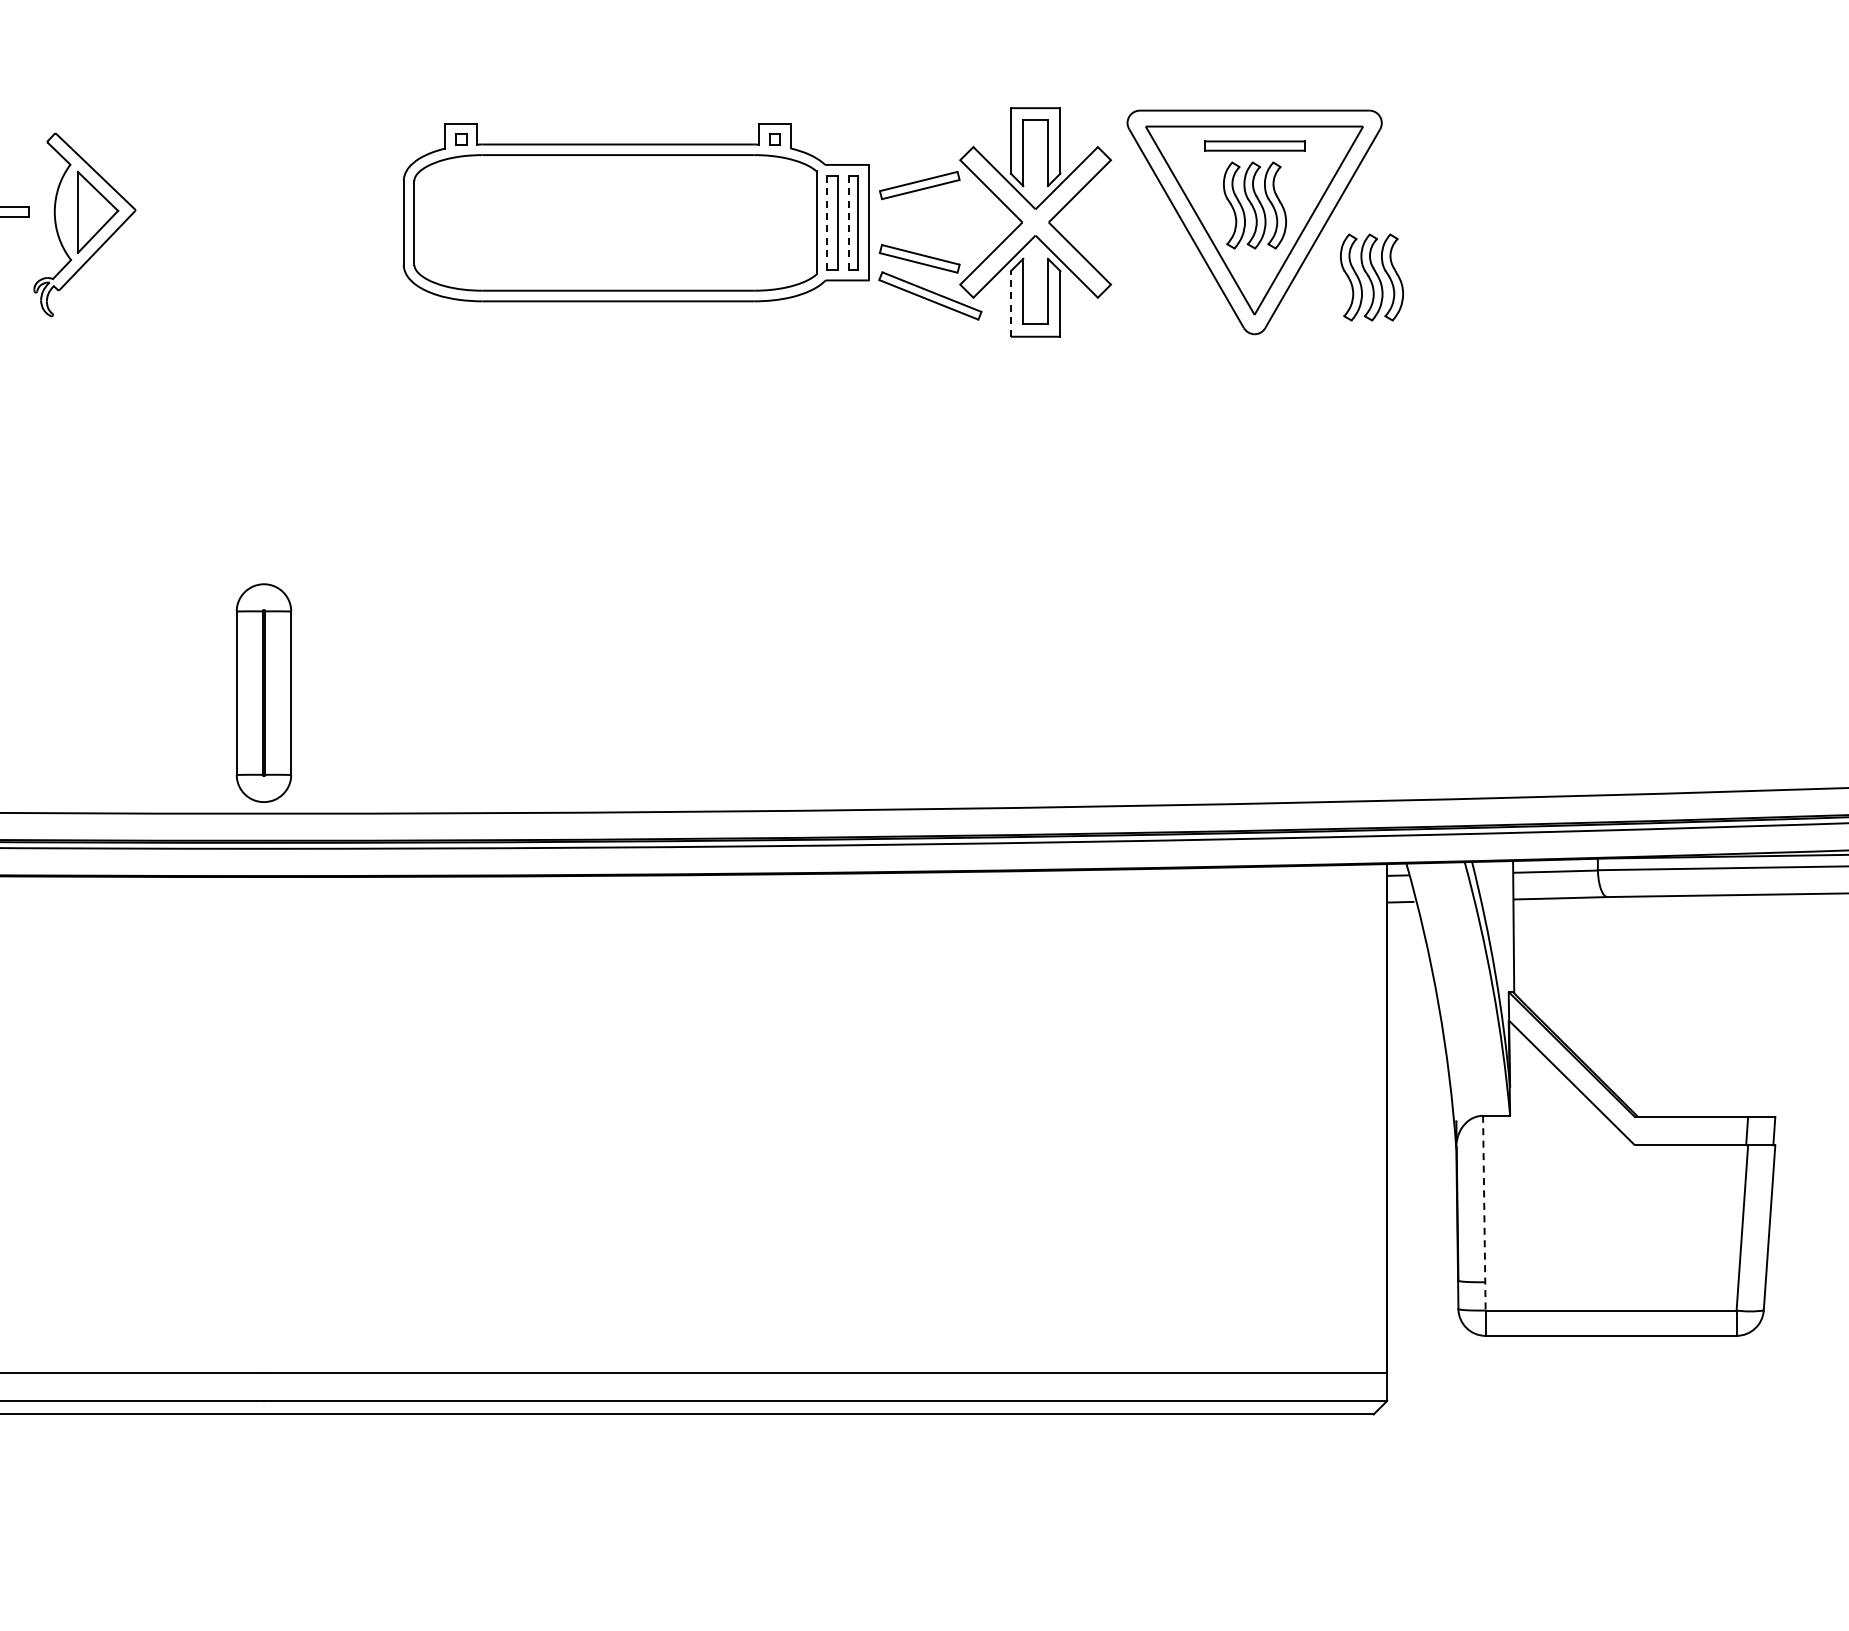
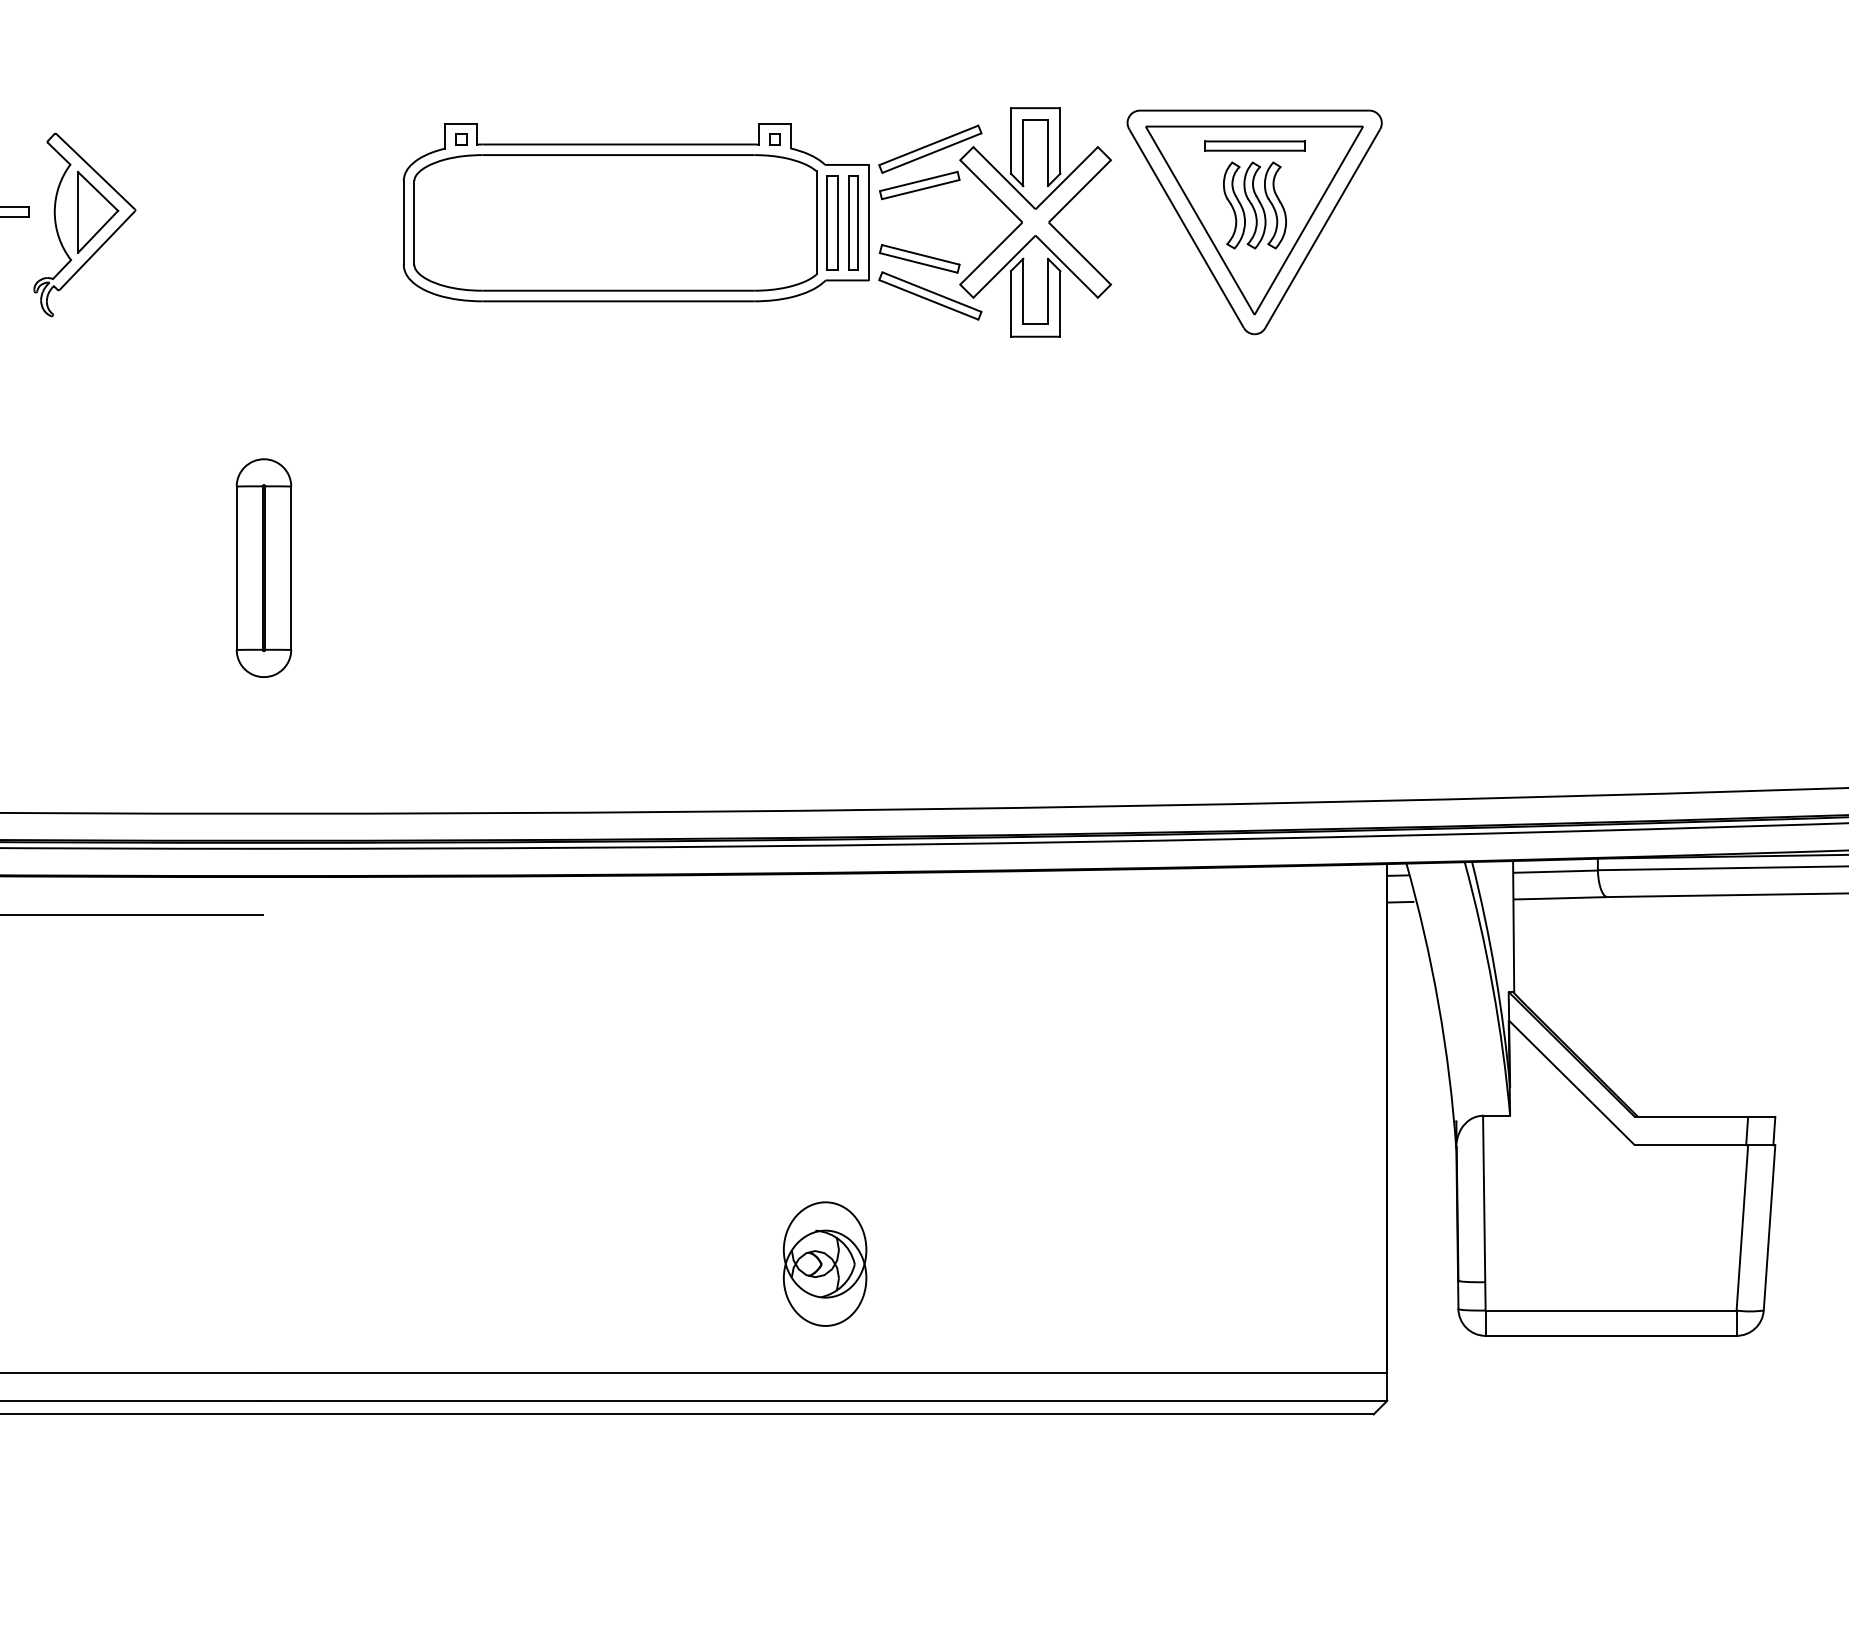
part at (930, 148): none -> present
line at (827, 222): dashed -> solid
line at (849, 222): dashed -> solid
part at (1371, 277): present -> none
line at (1010, 303): dashed -> solid
part at (263, 692) position: (263, 692) -> (263, 567)
line at (132, 914): none -> present
line at (1484, 1213): dashed -> solid
part at (825, 1263): none -> present
